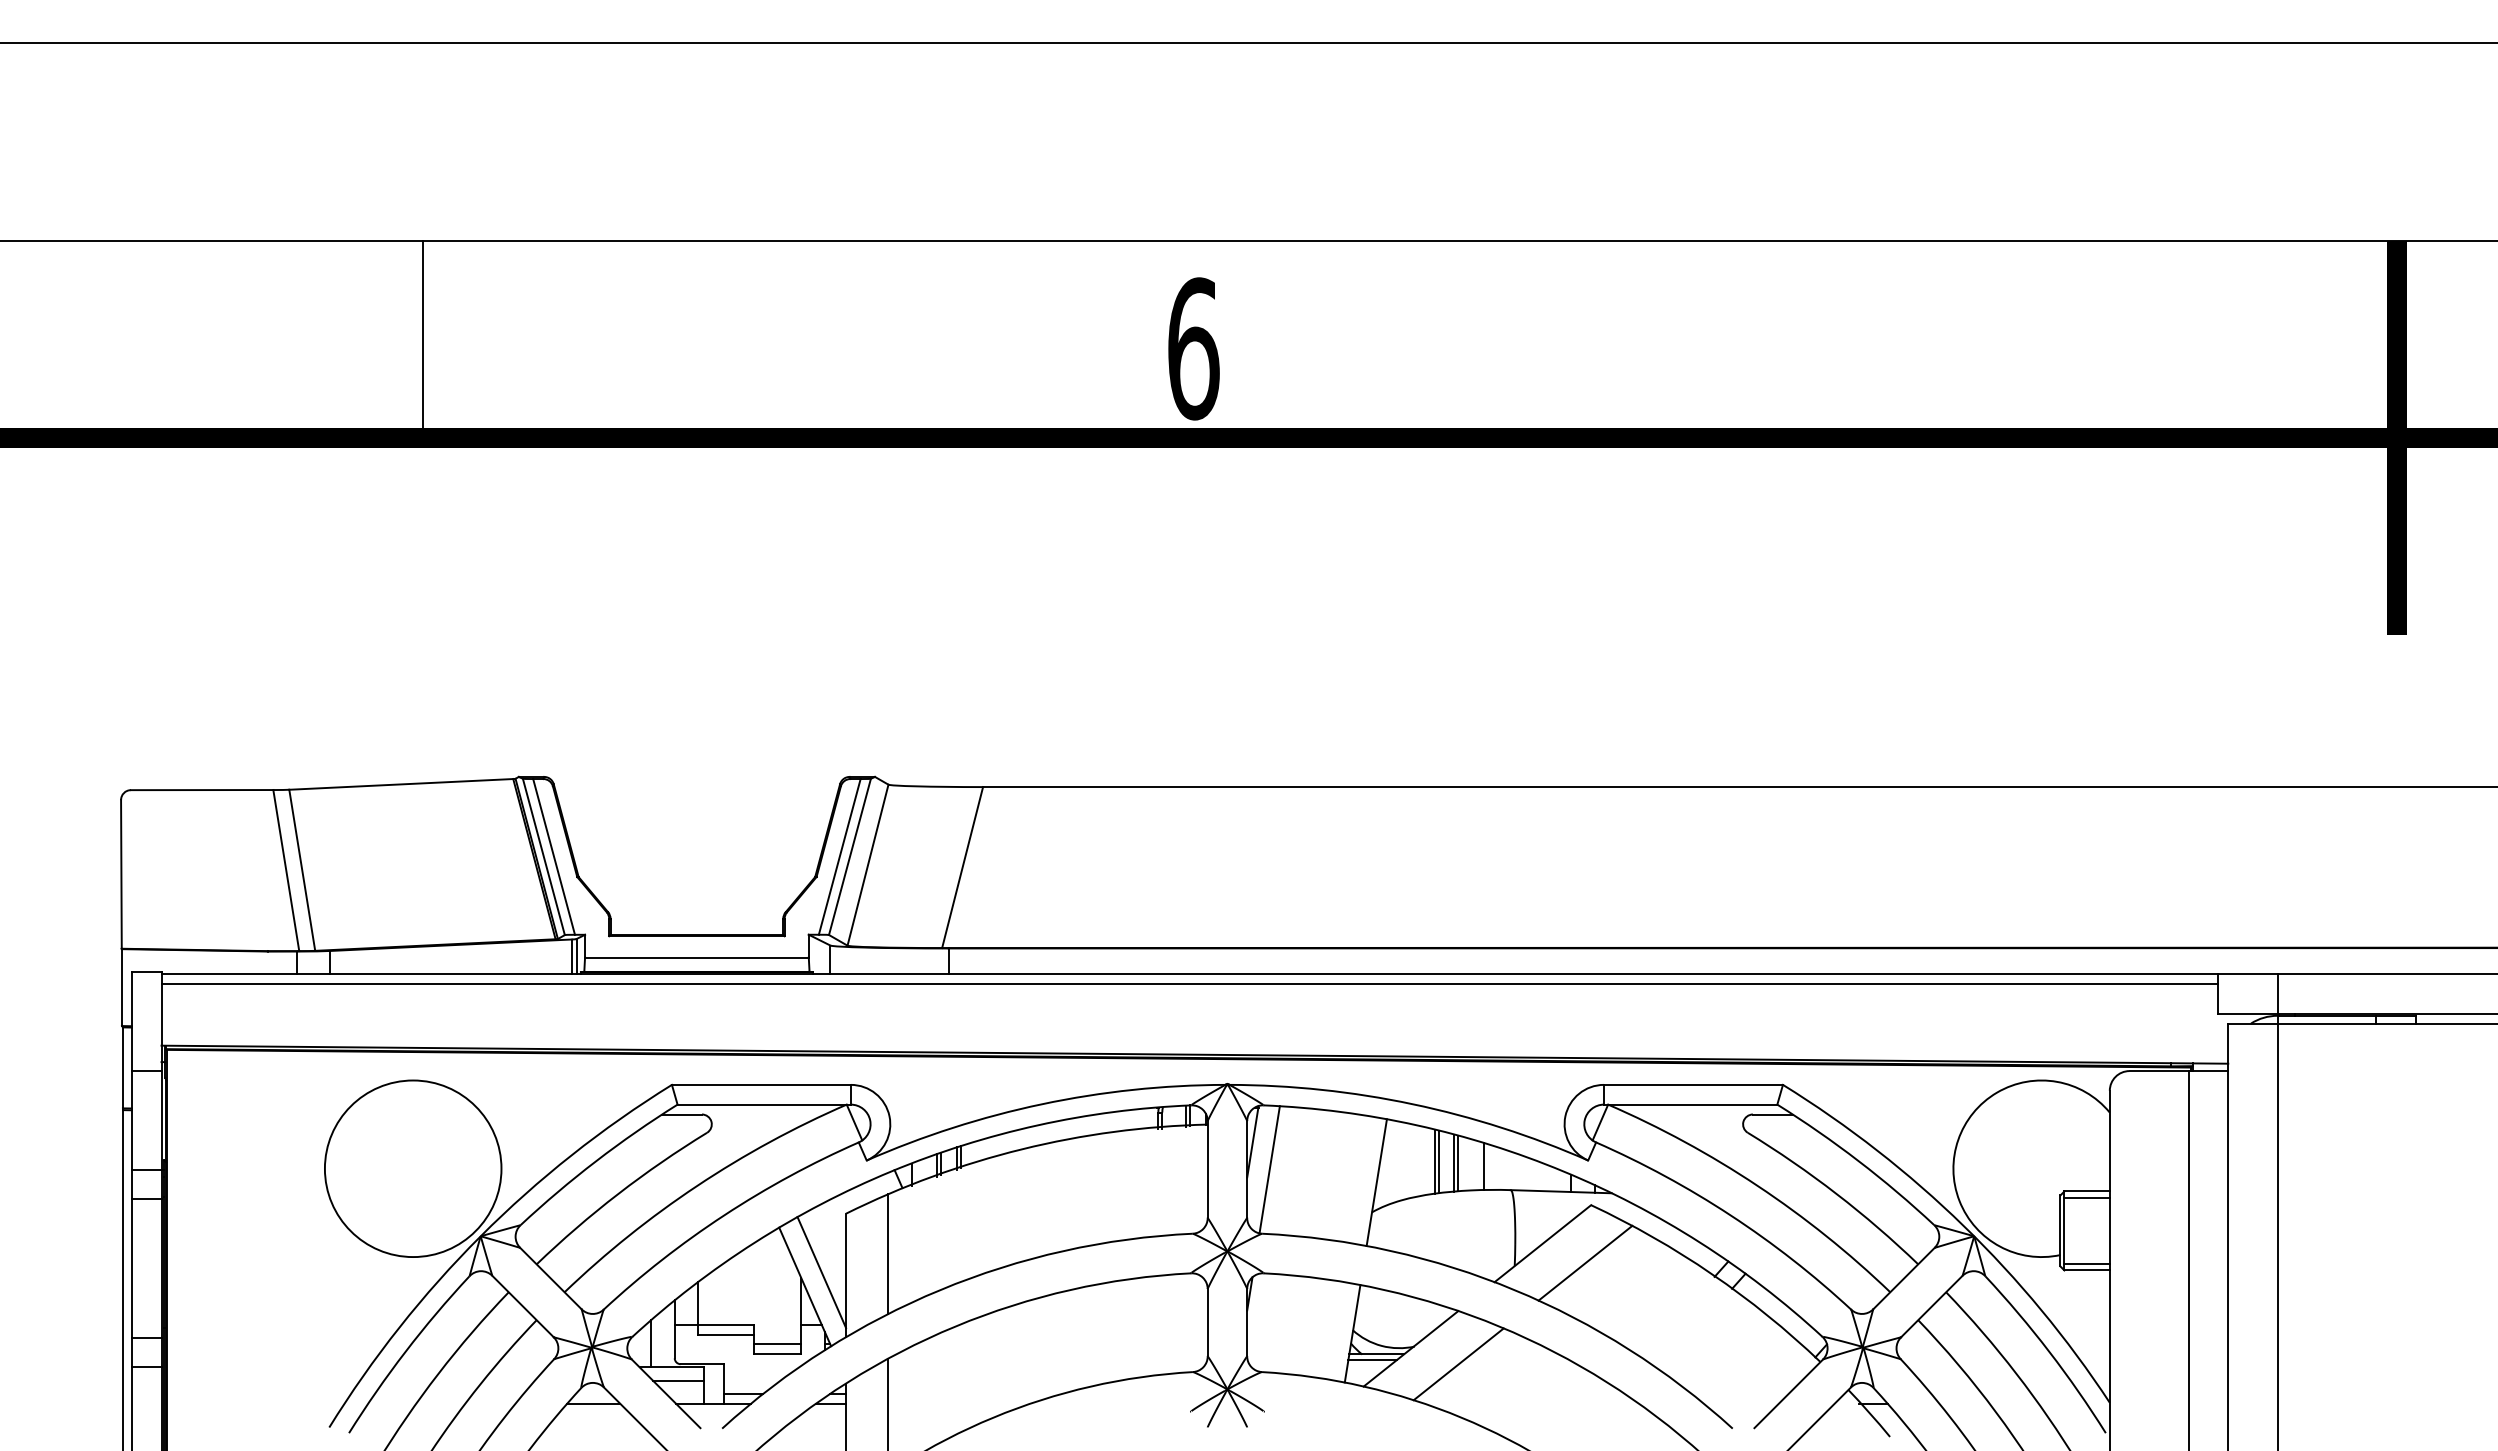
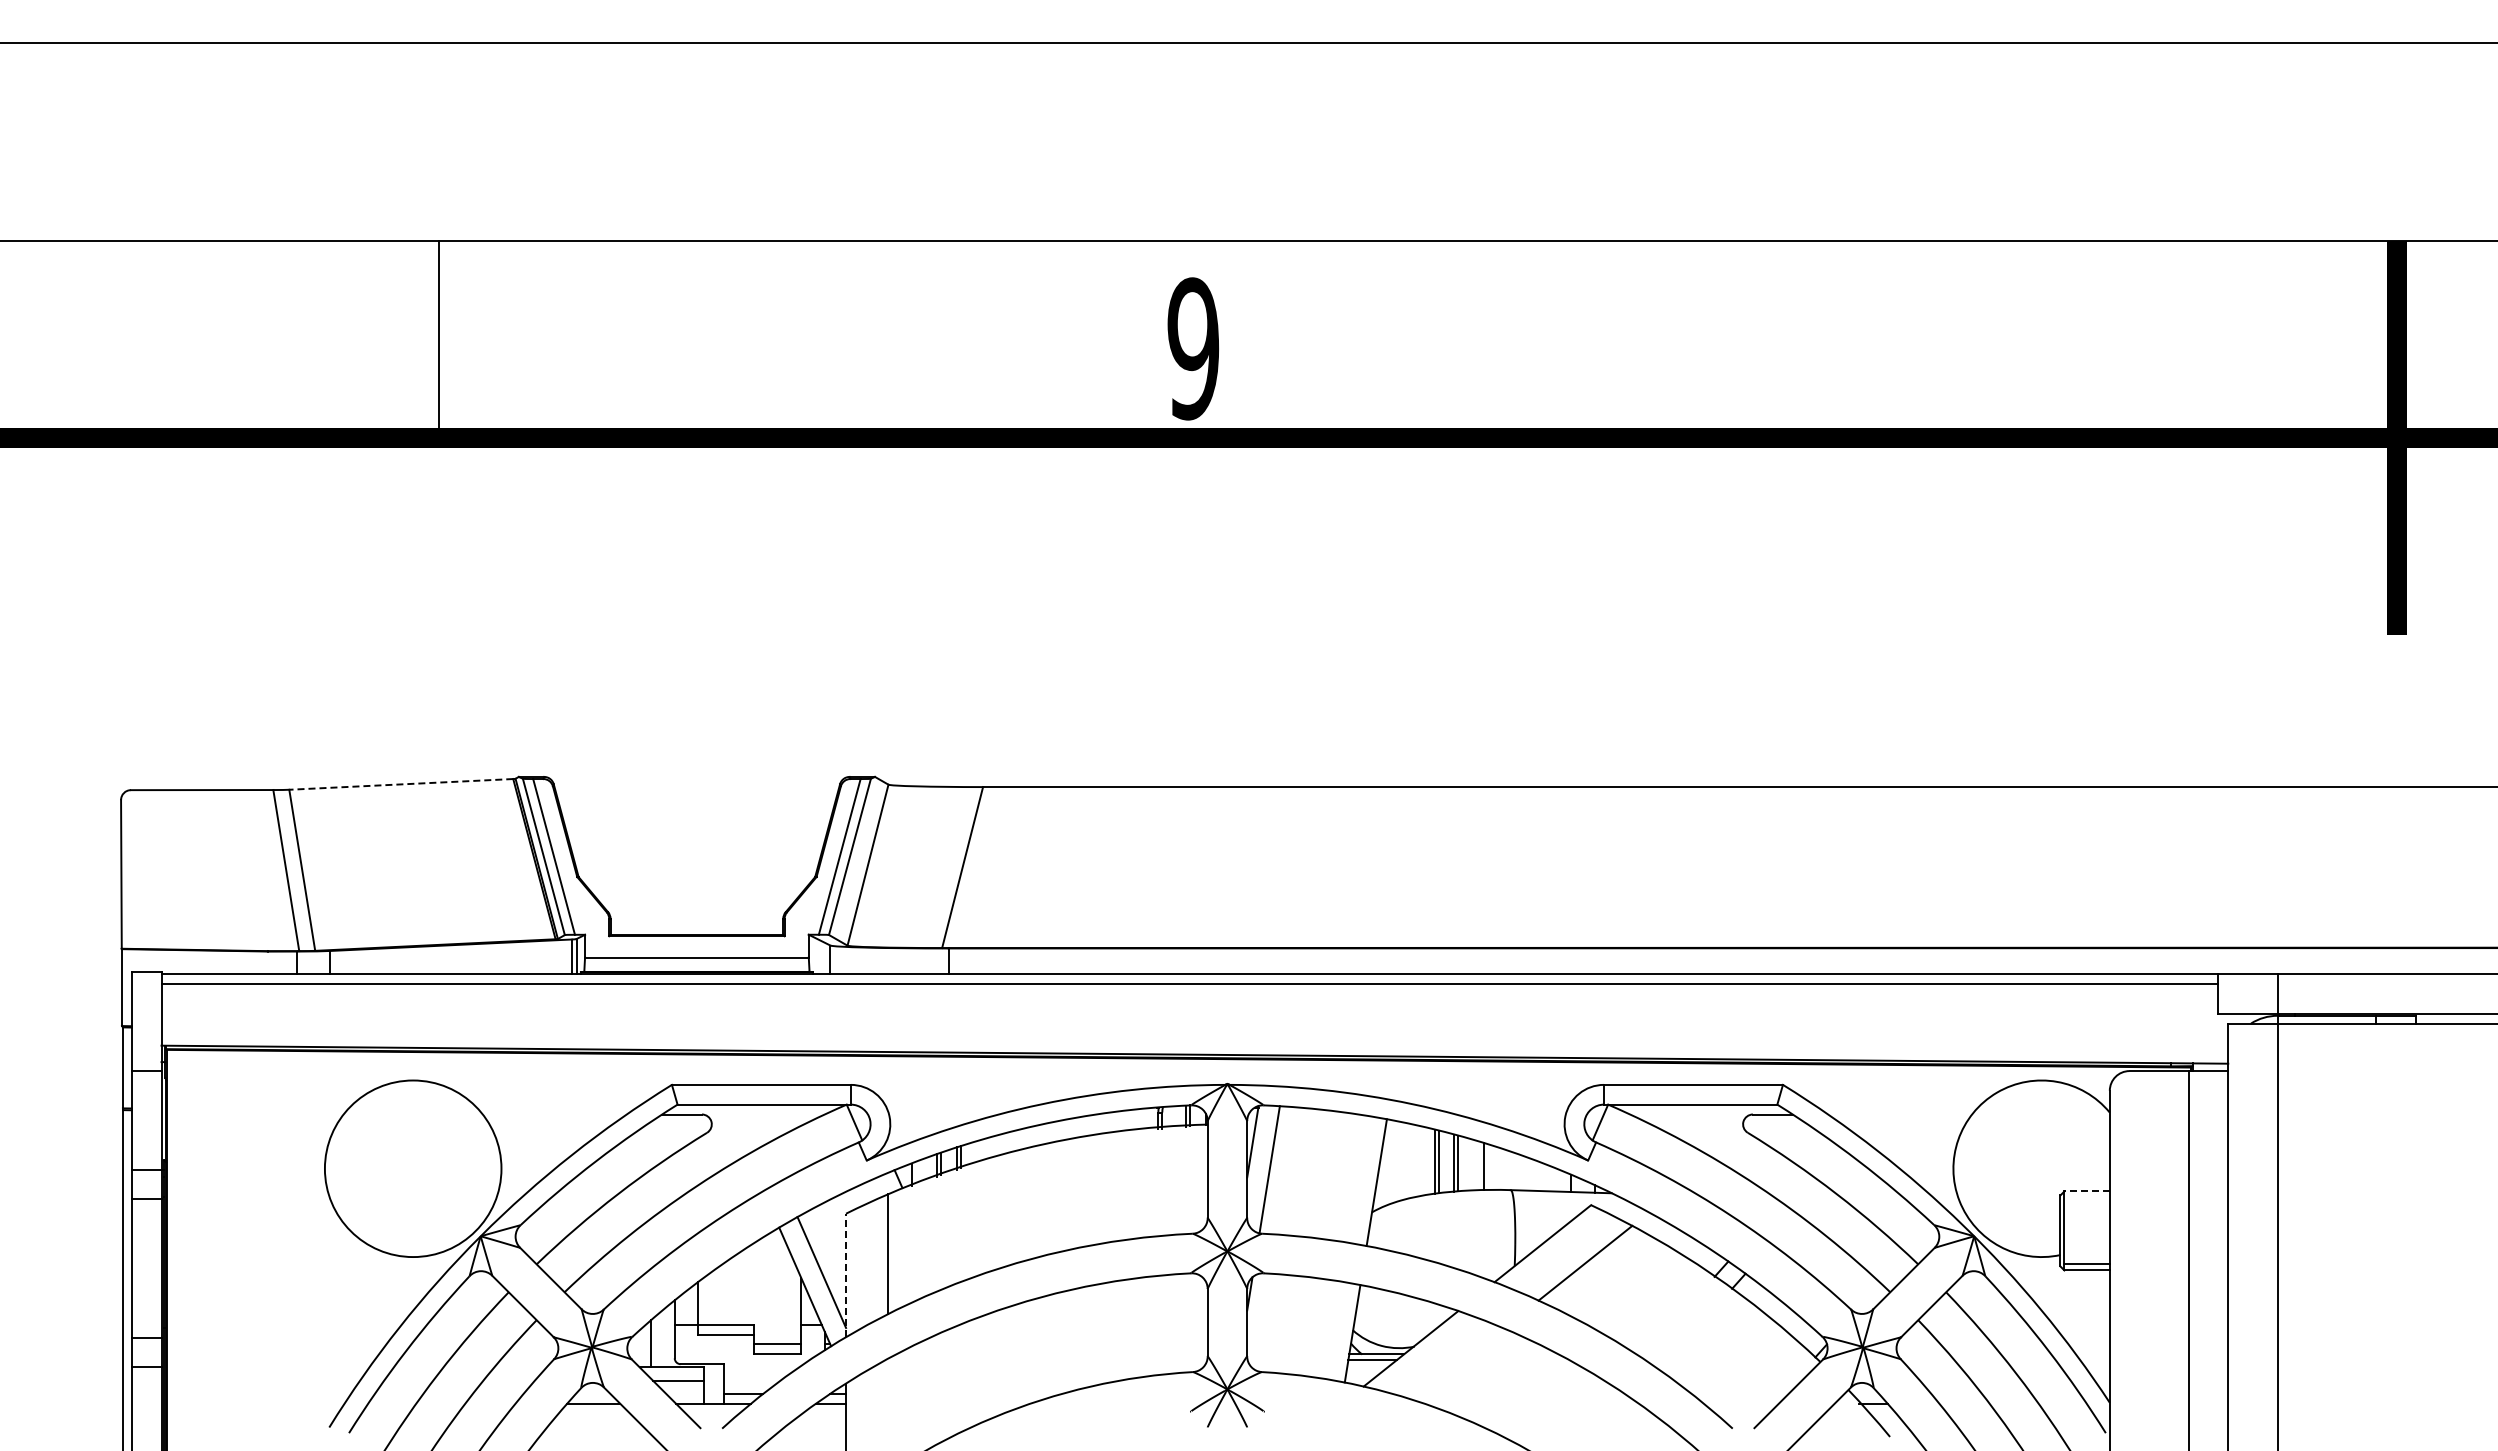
line at (423, 339) position: (423, 339) -> (439, 339)
text at (1193, 348): 6 -> 9
line at (400, 784): solid -> dashed
line at (2087, 1191): solid -> dashed
line at (2086, 1198): present -> none
line at (846, 1275): solid -> dashed
line at (1458, 1364): present -> none
line at (887, 1402): present -> none
